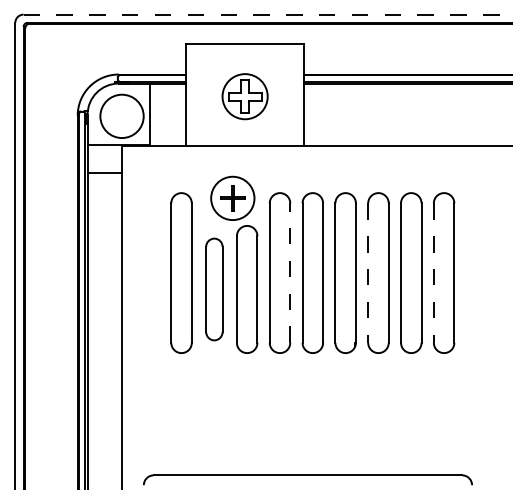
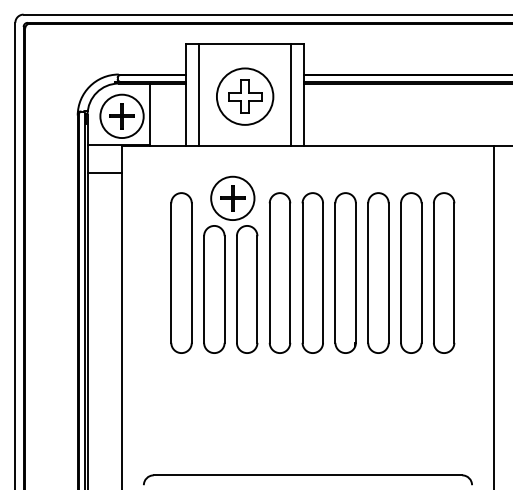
line at (267, 14): dashed -> solid
line at (199, 94): none -> present
line at (291, 94): none -> present
circle at (244, 96) diameter: 45 px -> 56 px
part at (121, 116): none -> present
line at (290, 273): dashed -> solid
line at (368, 273): dashed -> solid
line at (433, 273): dashed -> solid
part at (214, 289) size: 19x105 px -> 23x129 px
line at (493, 315): none -> present
